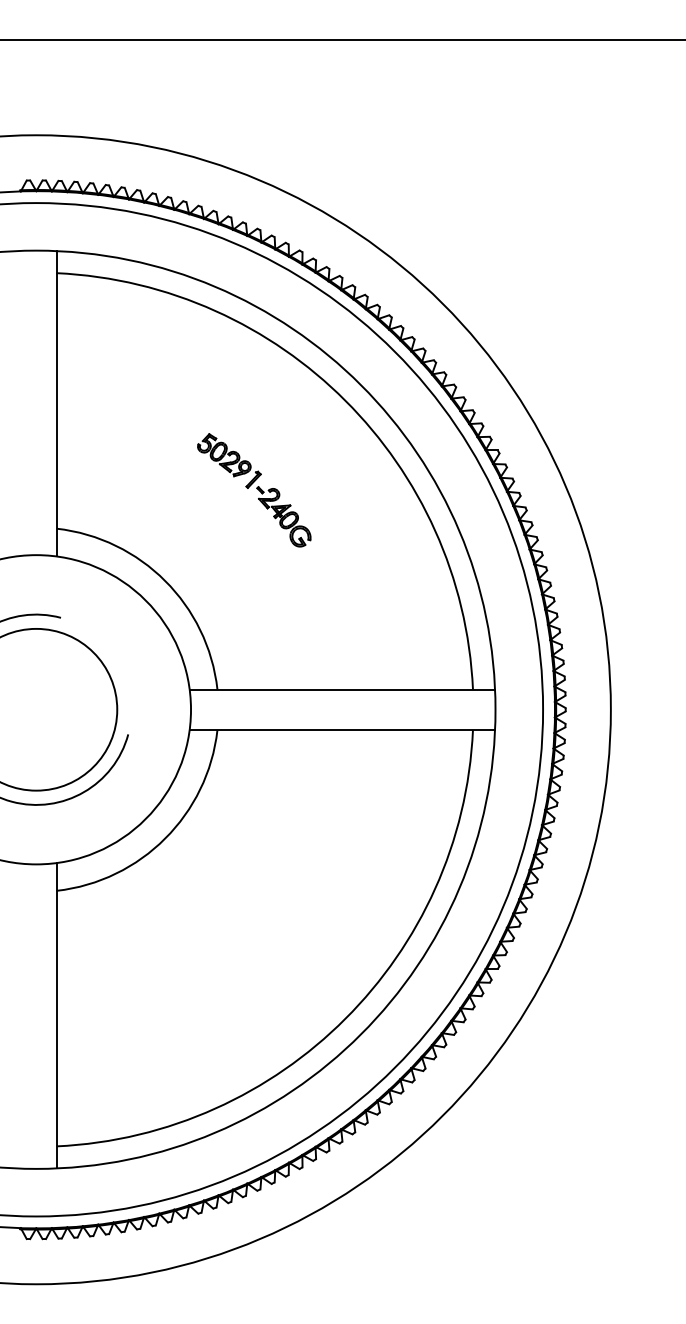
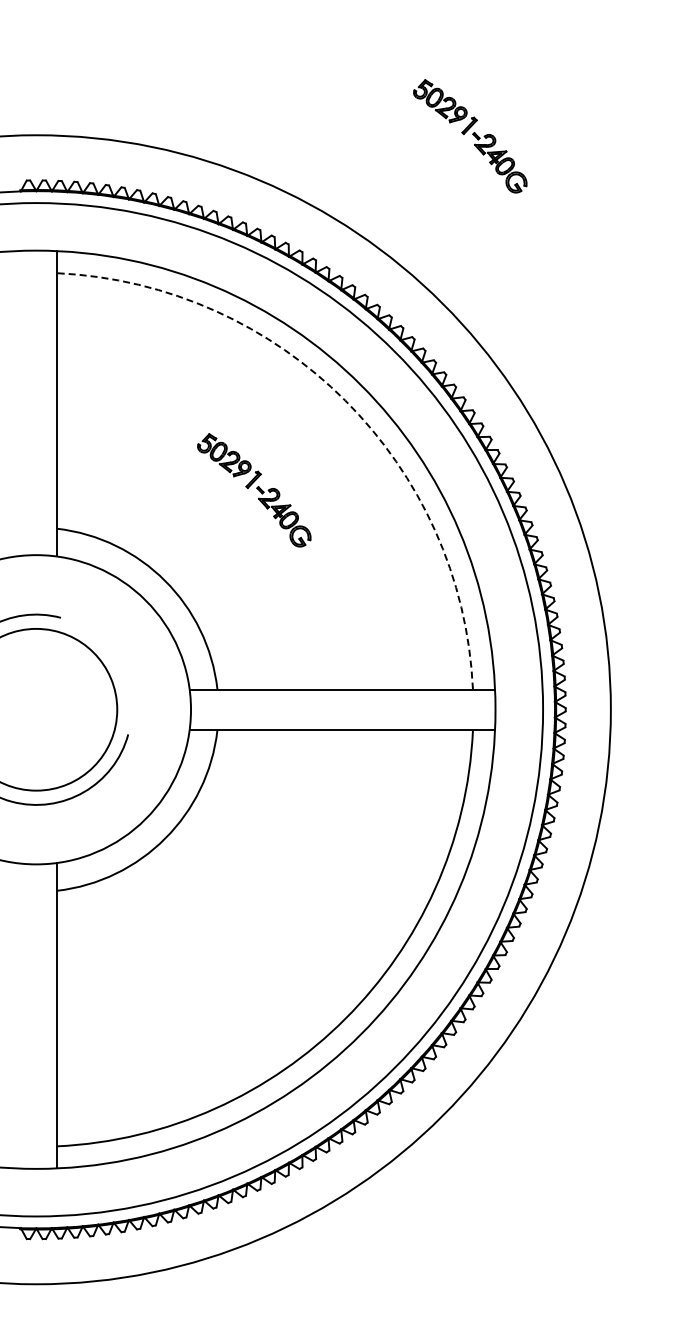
line at (342, 39): present -> none
part at (470, 136): none -> present
arc at (345, 400): solid -> dashed
